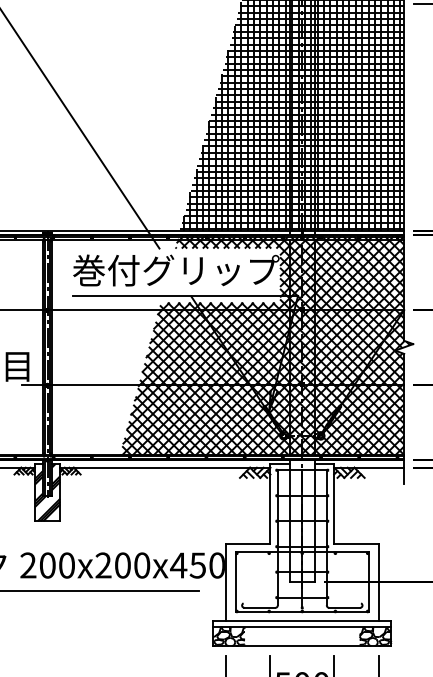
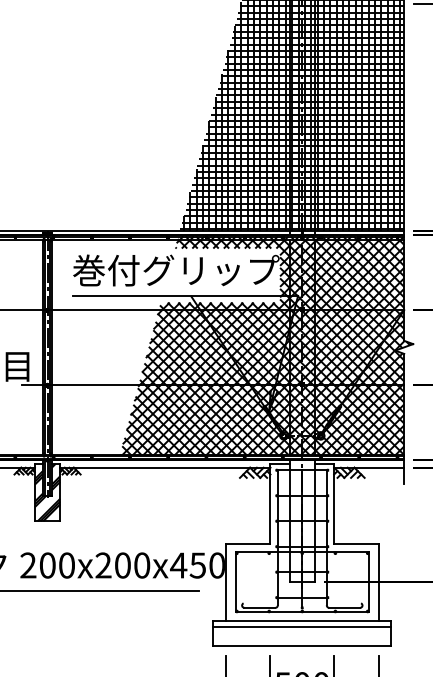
line at (80, 129): present -> none
hatch at (229, 636): present -> none
hatch at (375, 636): present -> none
